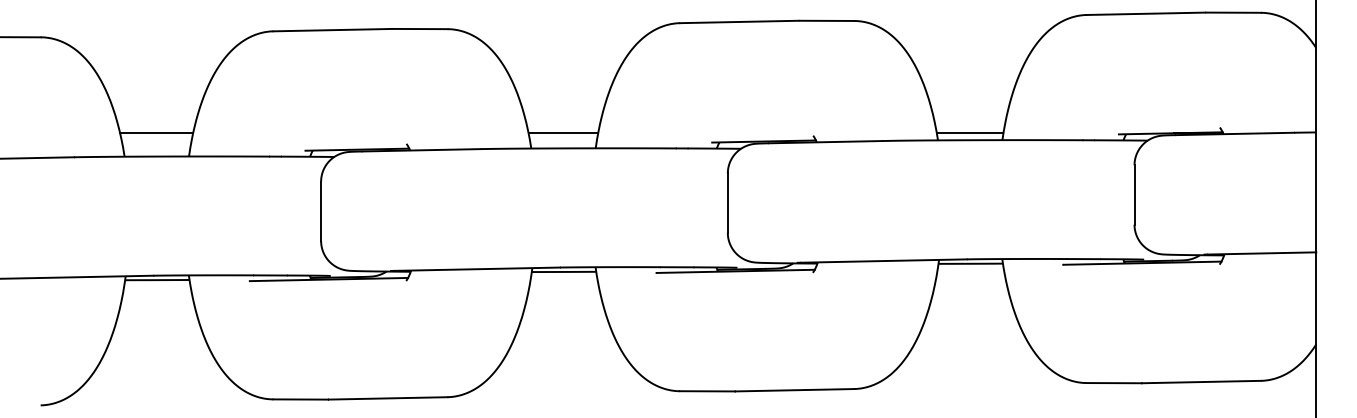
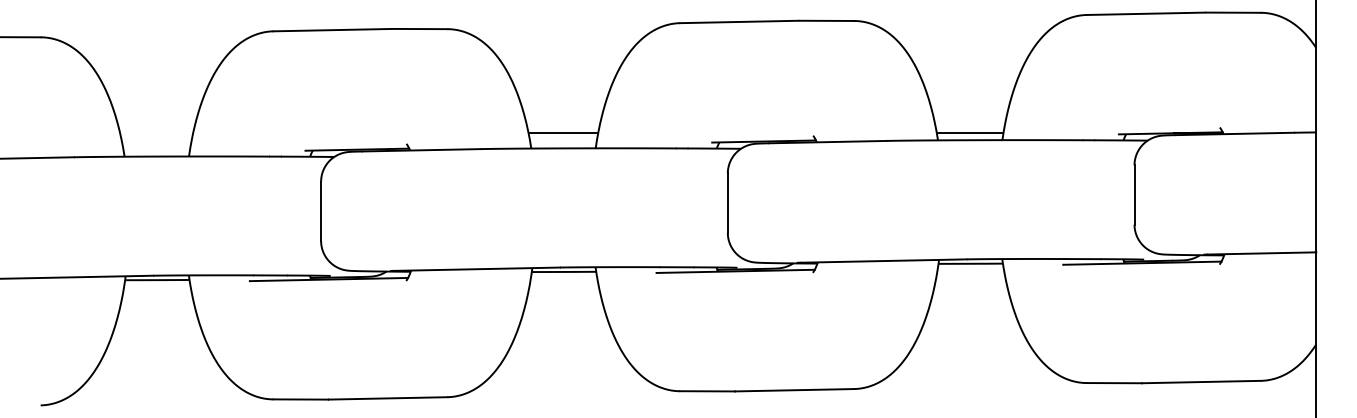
line at (156, 133): present -> none
